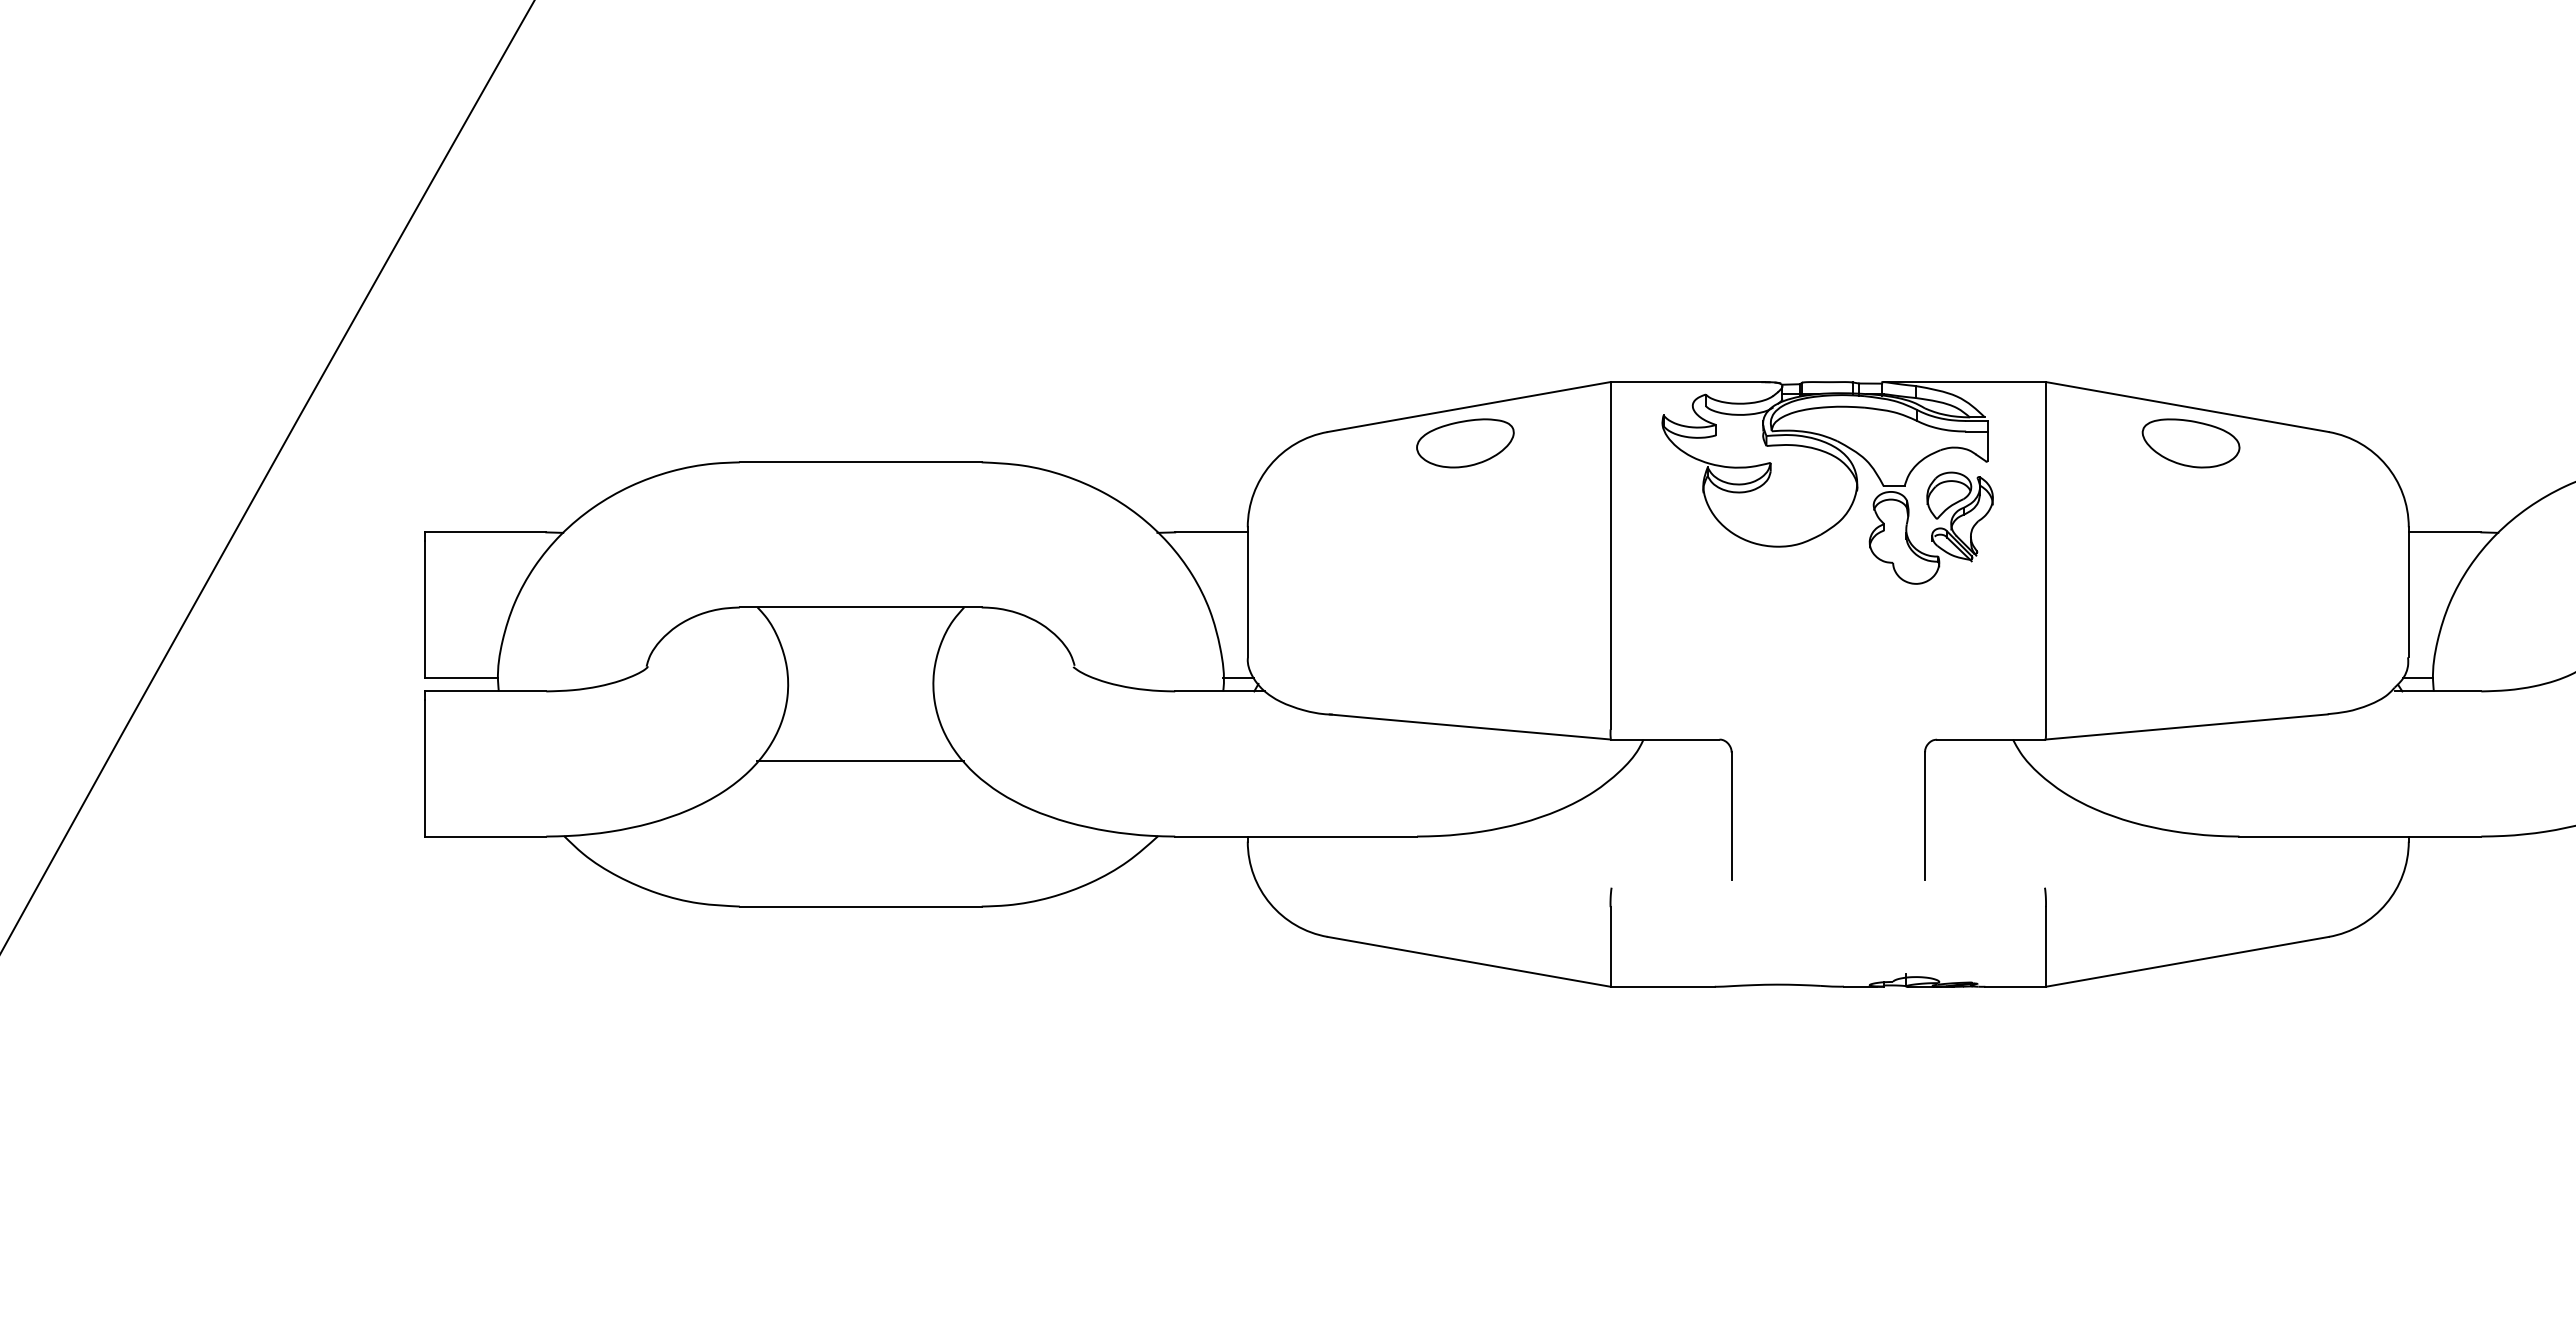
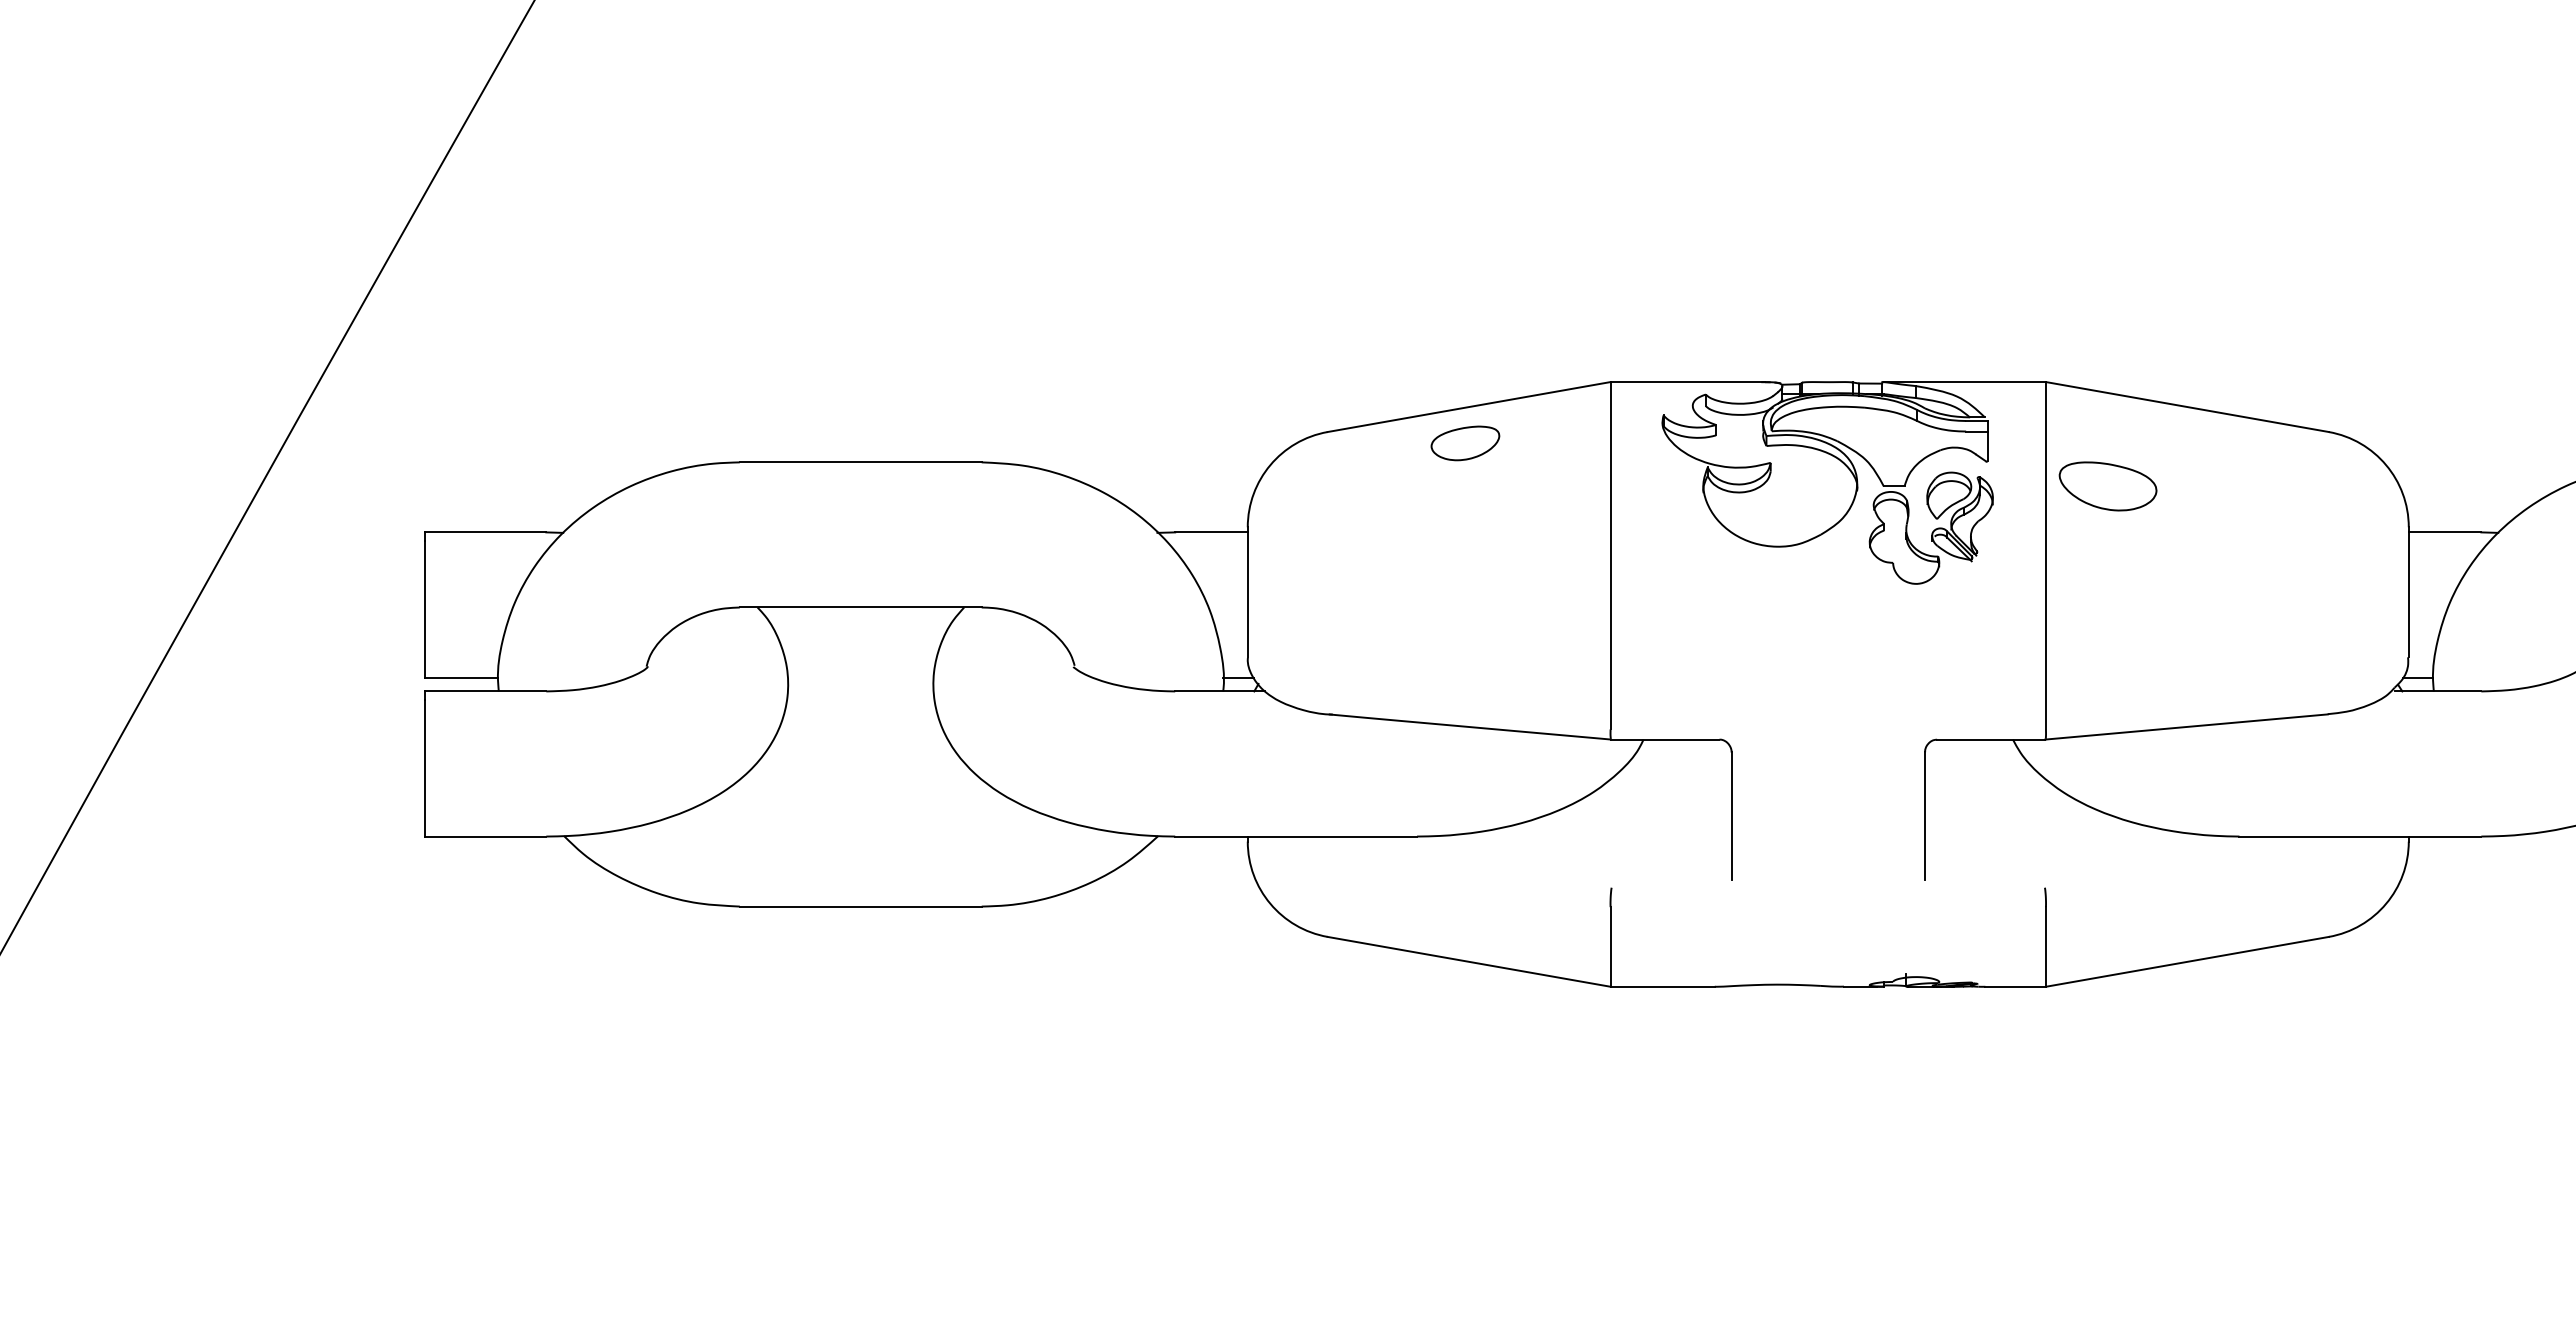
part at (1465, 443) size: 99x51 px -> 71x37 px
part at (2190, 443) position: (2190, 443) -> (2107, 486)
line at (860, 761): present -> none
